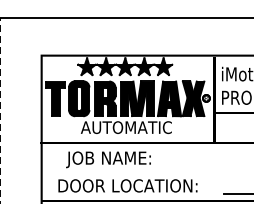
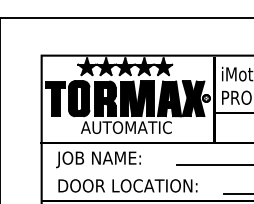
line at (0, 110): dashed -> solid
text at (108, 159) position: (108, 159) -> (98, 159)
line at (213, 164): none -> present
